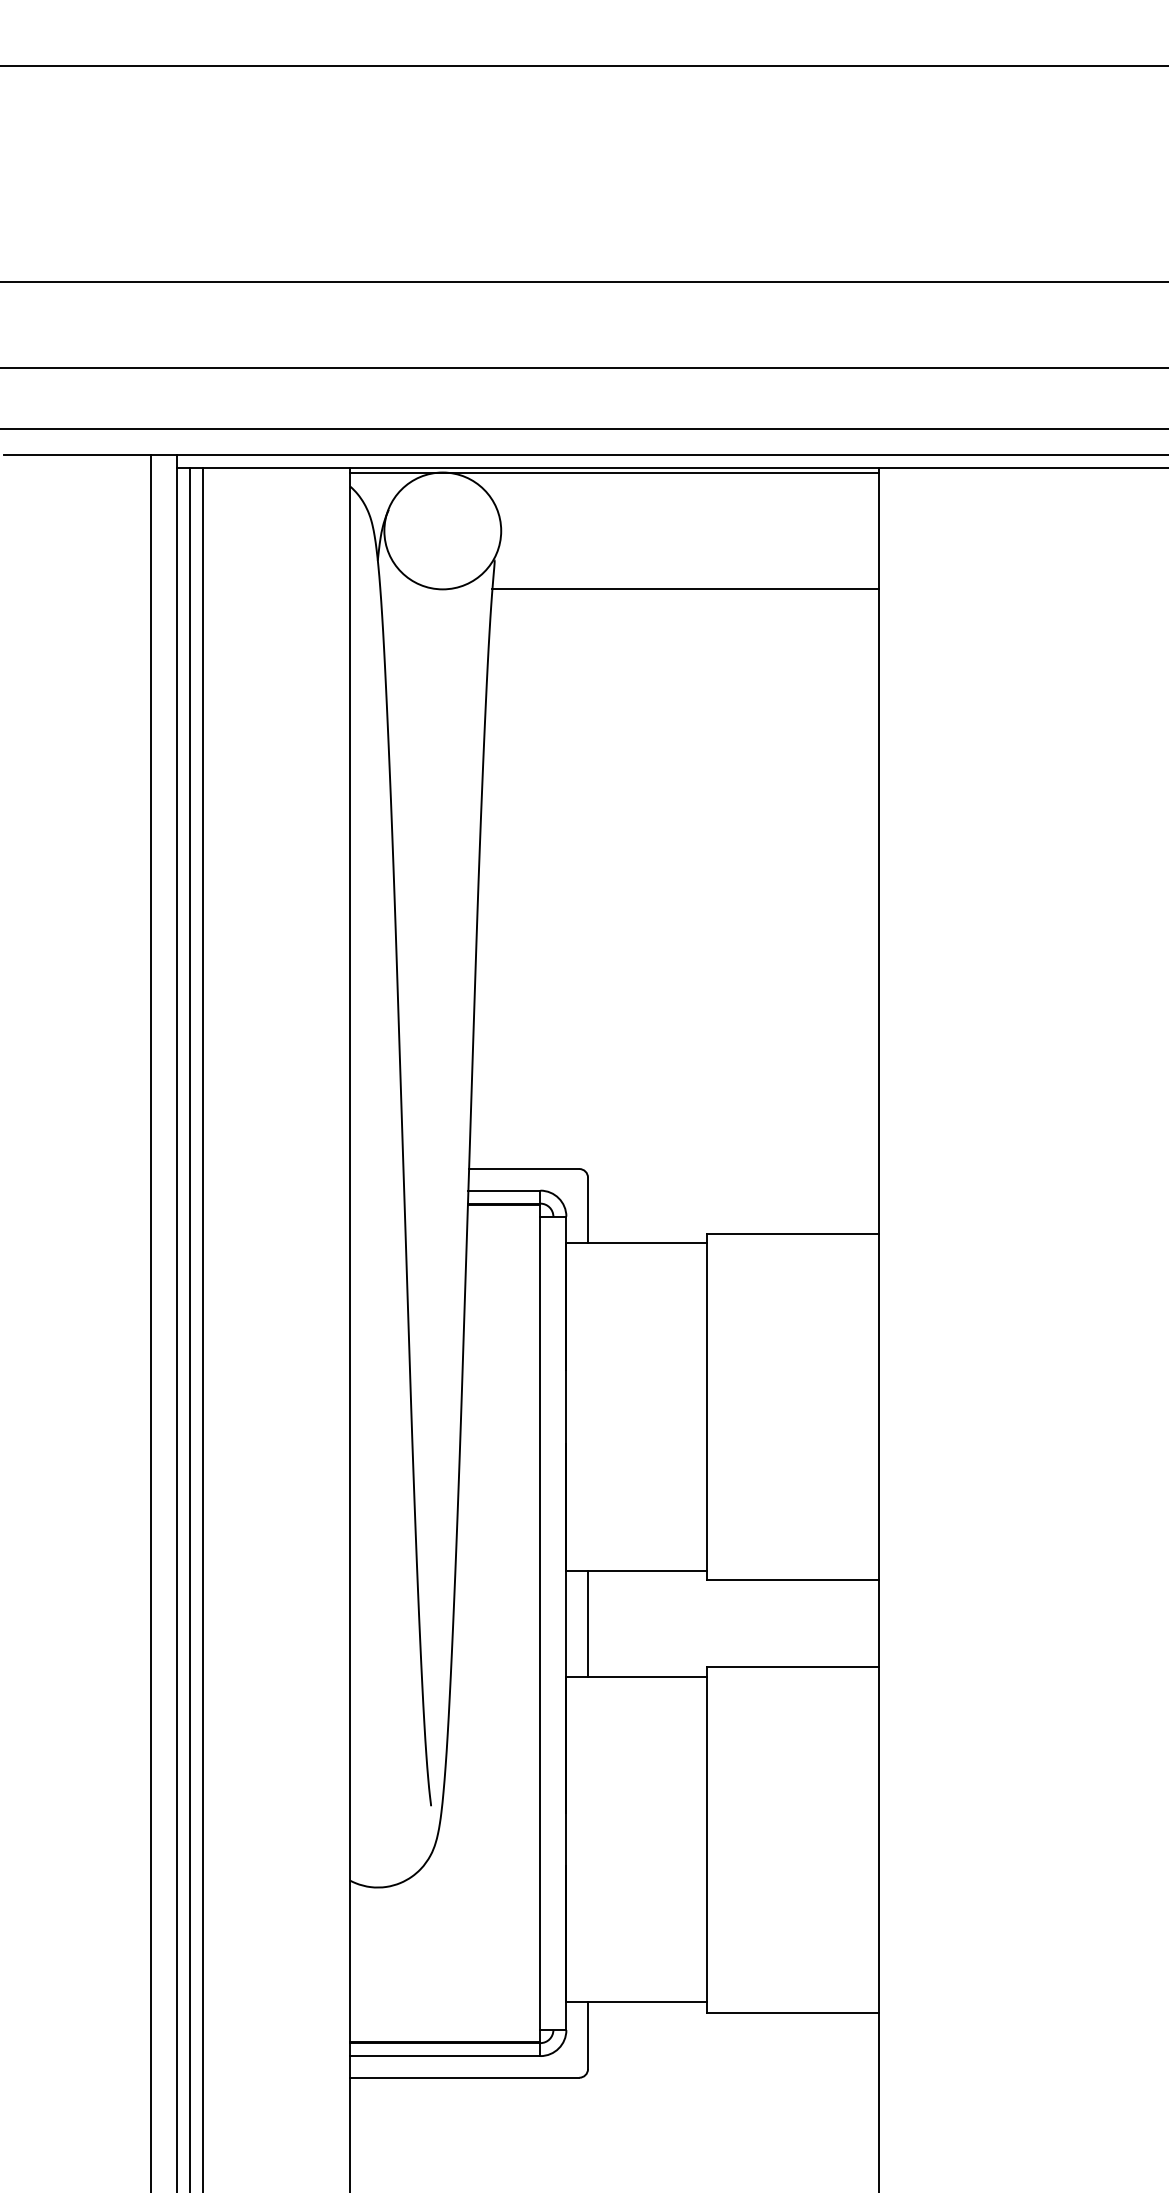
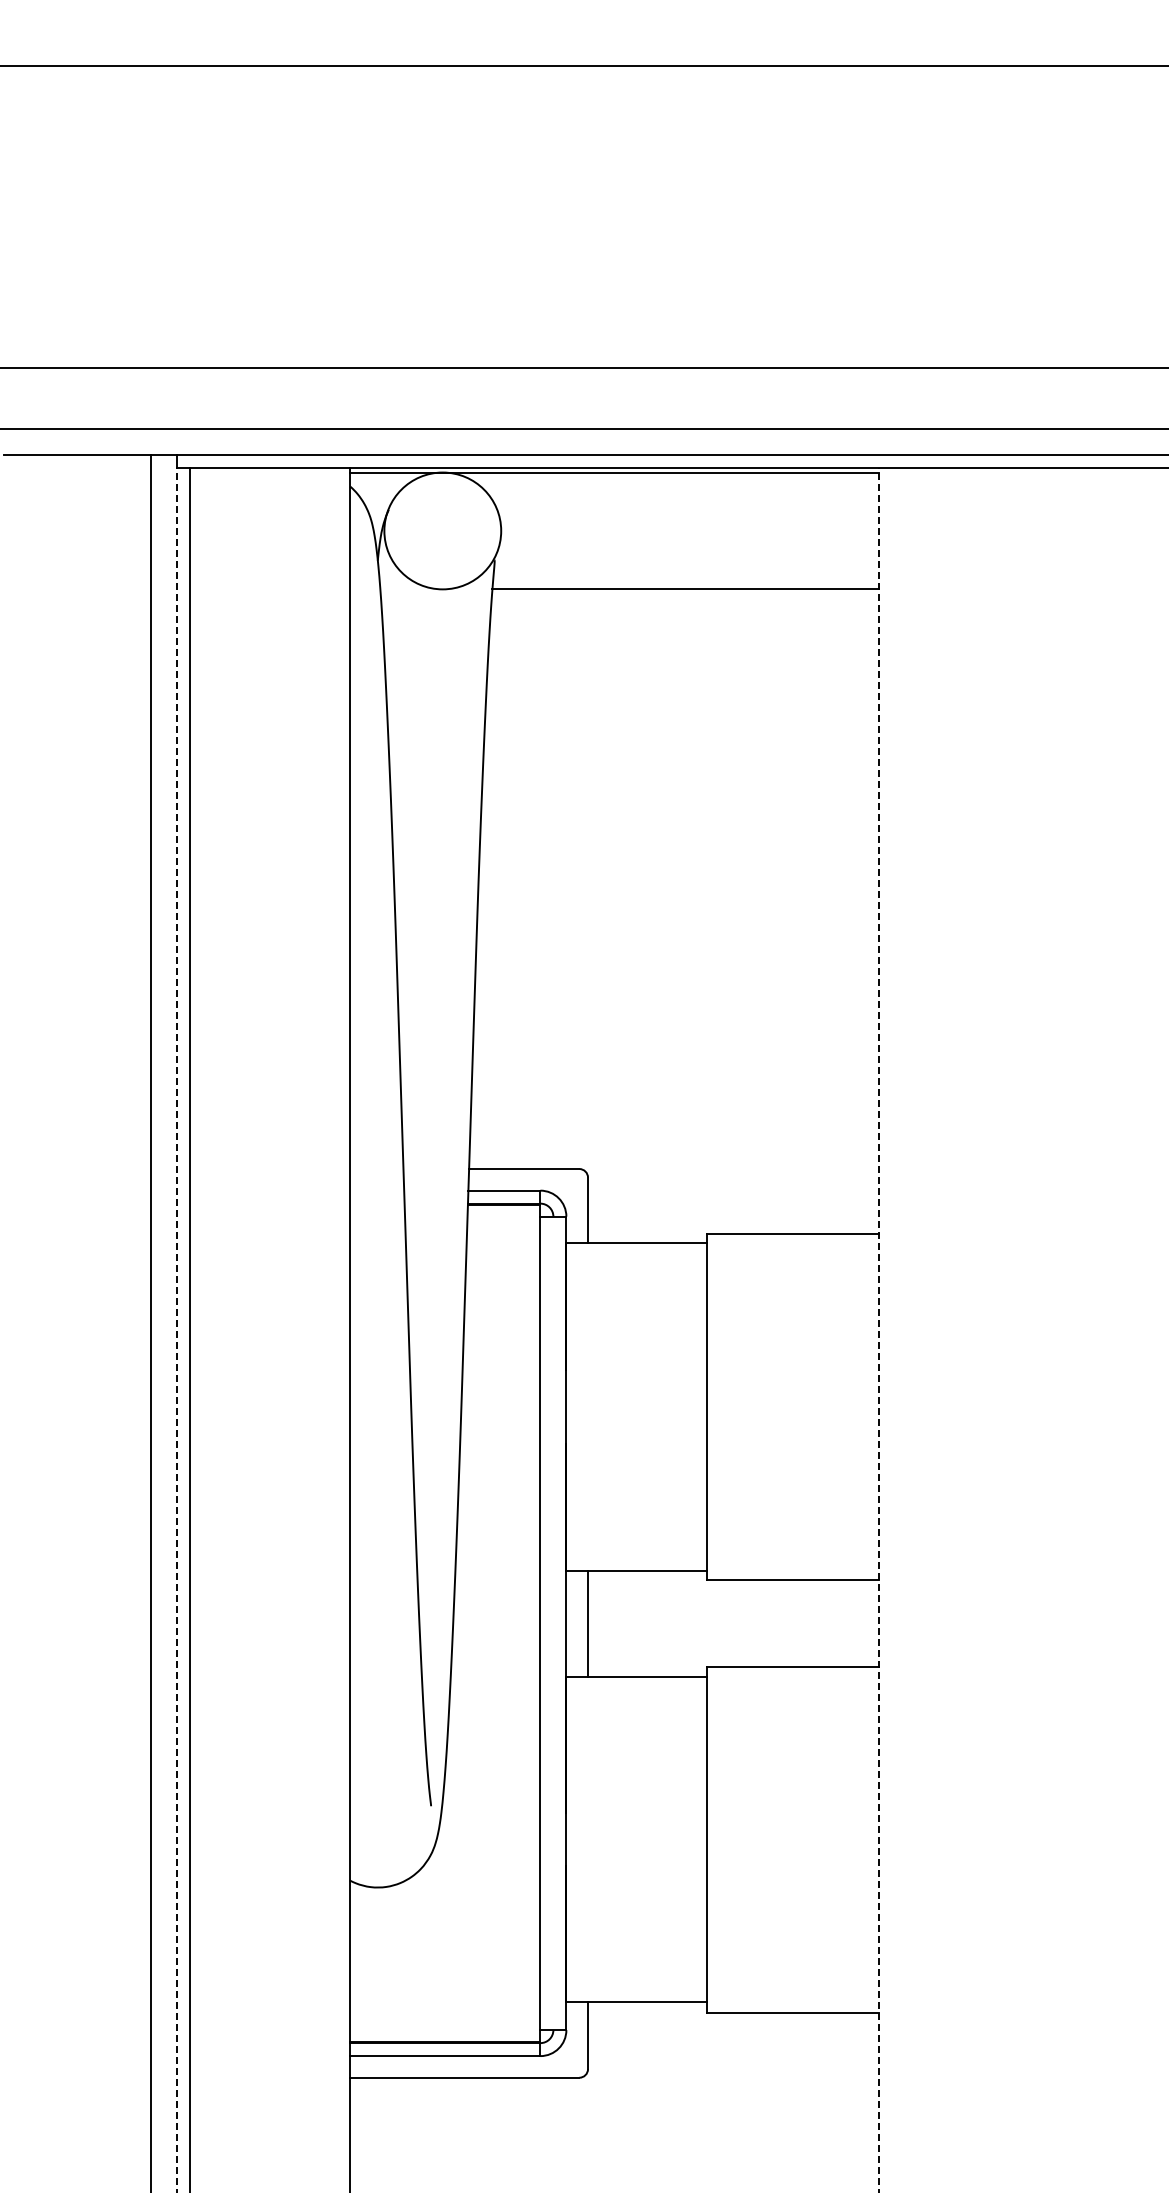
line at (583, 281): present -> none
line at (202, 1328): present -> none
line at (176, 1329): solid -> dashed
line at (878, 1329): solid -> dashed
